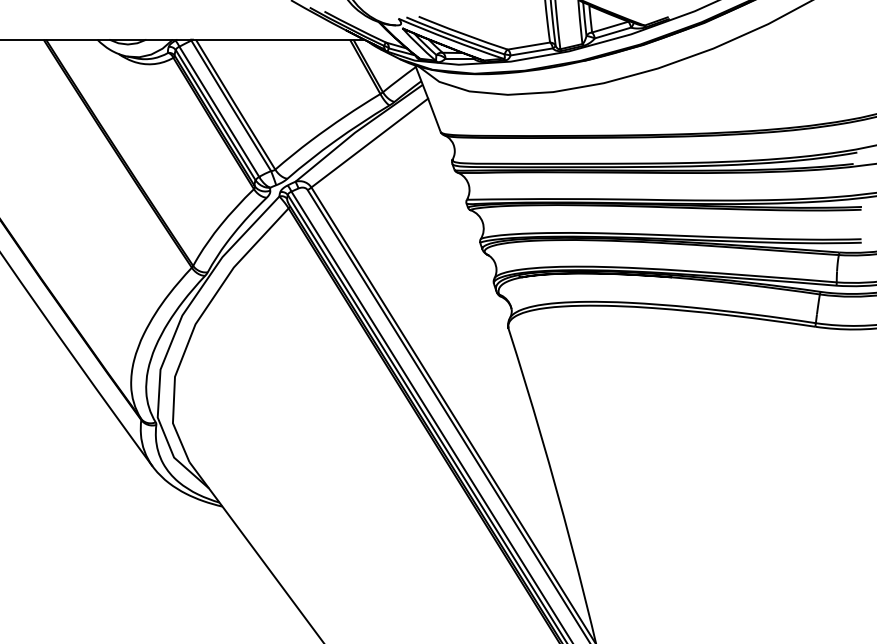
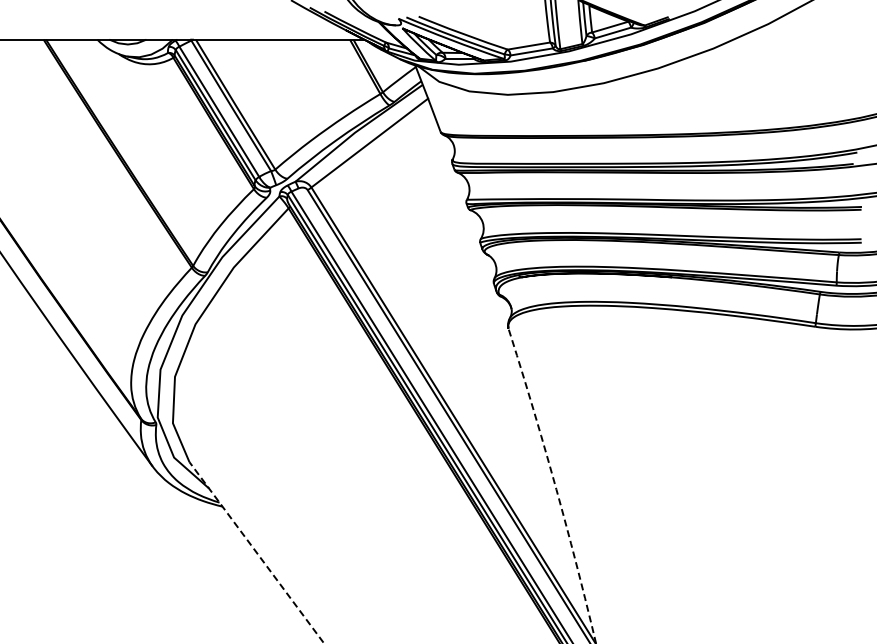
line at (555, 484): solid -> dashed
line at (256, 552): solid -> dashed
